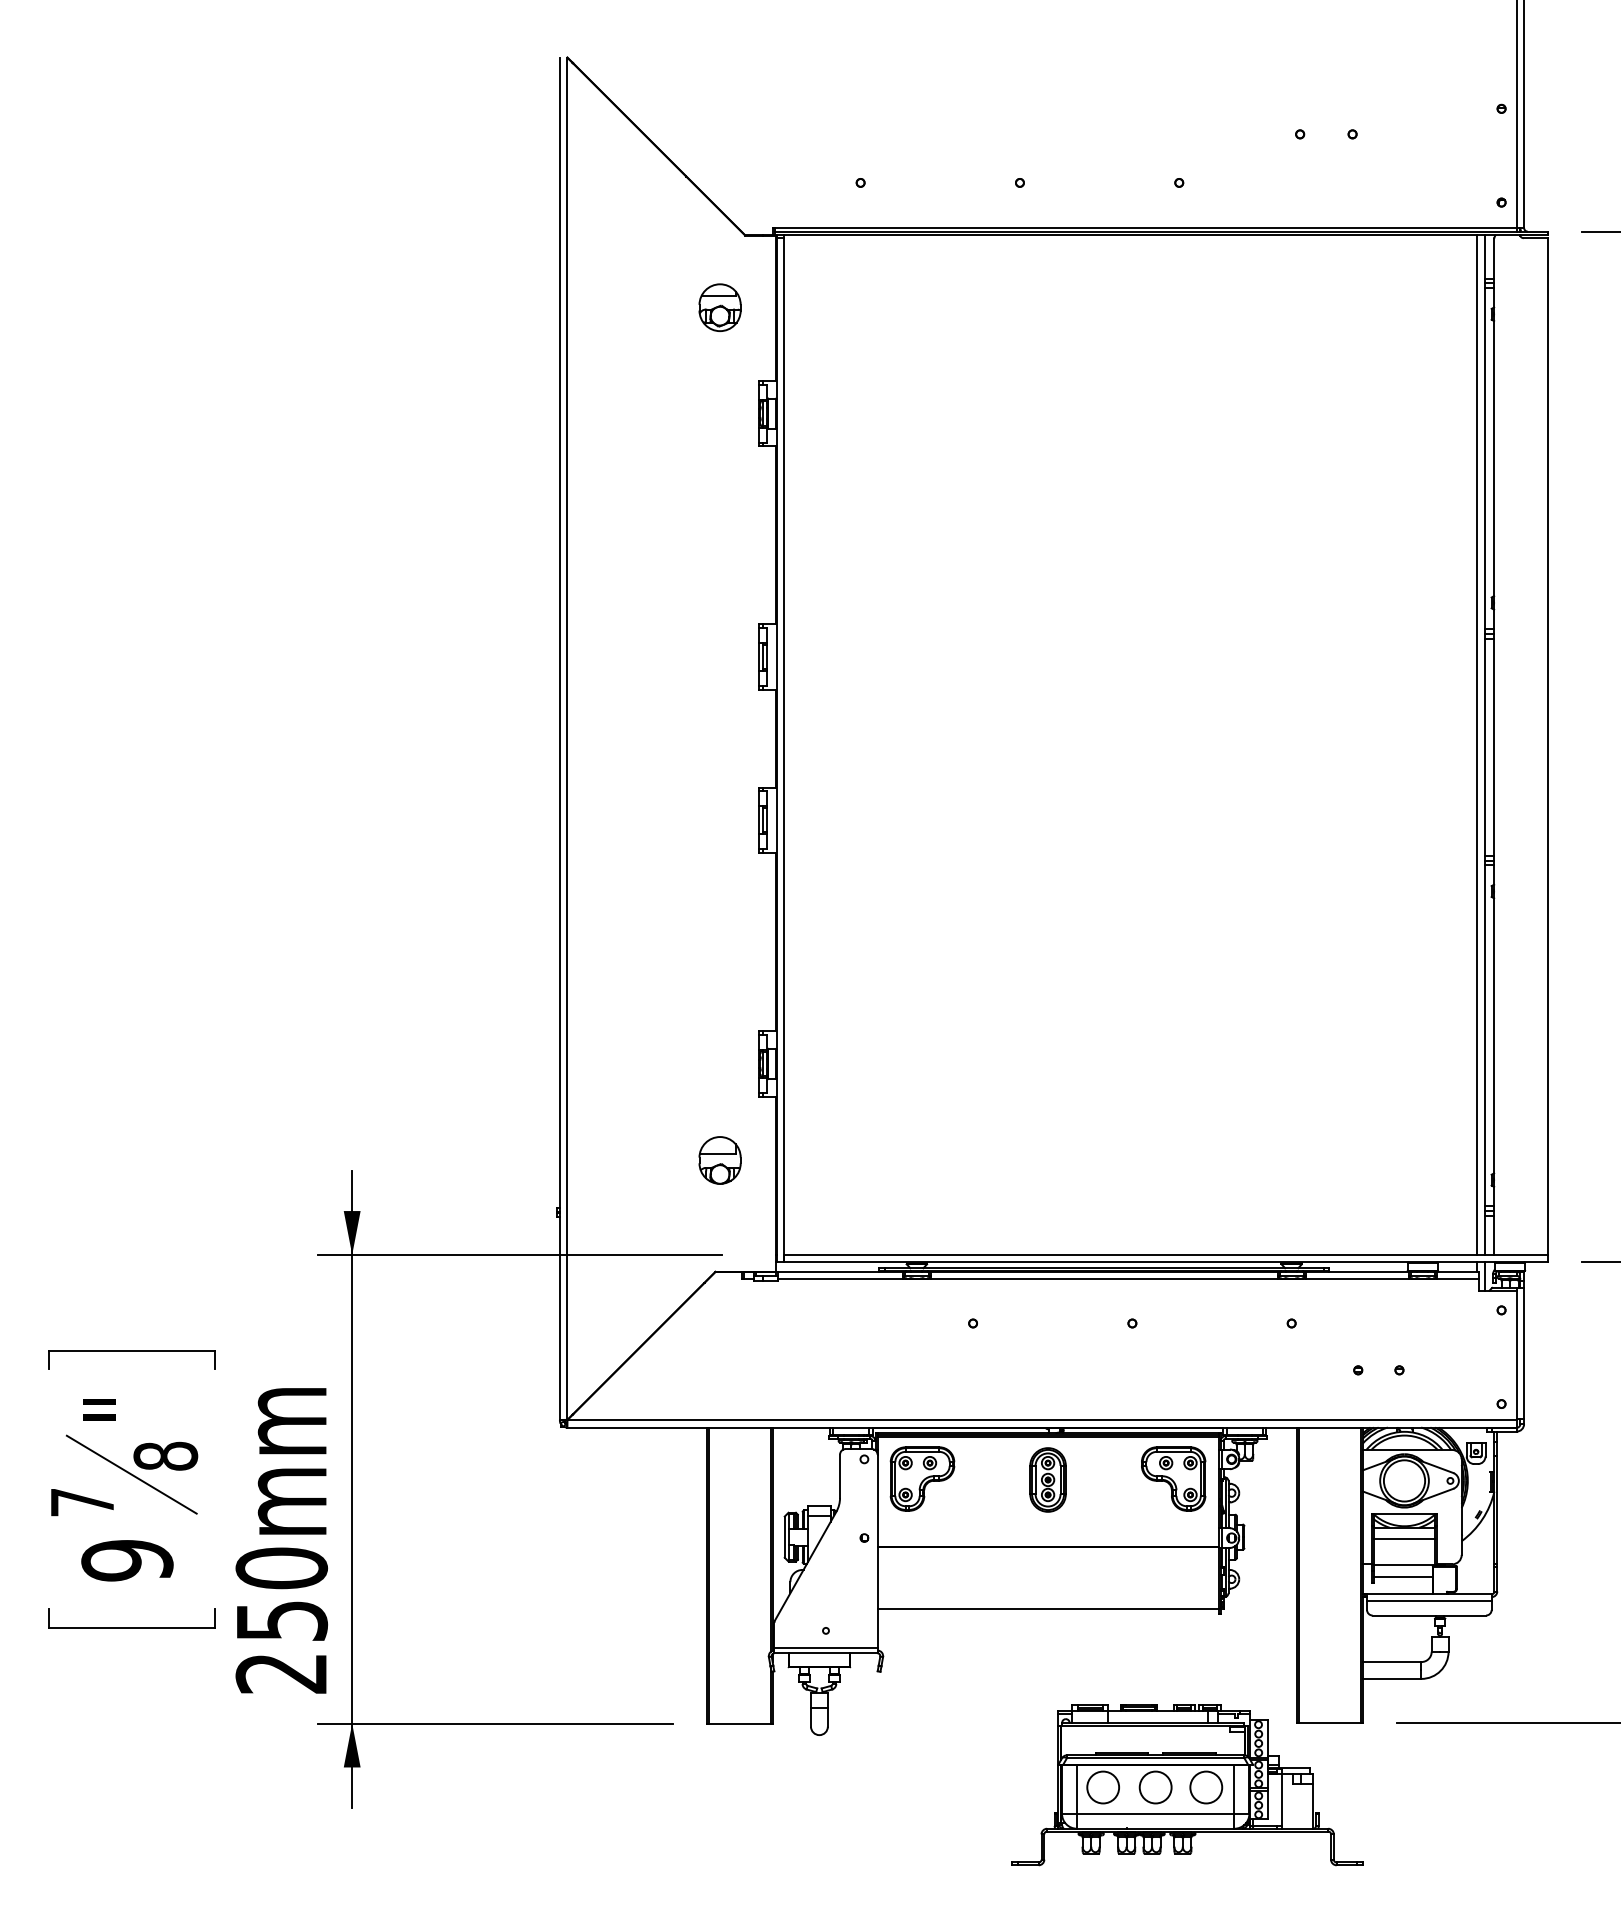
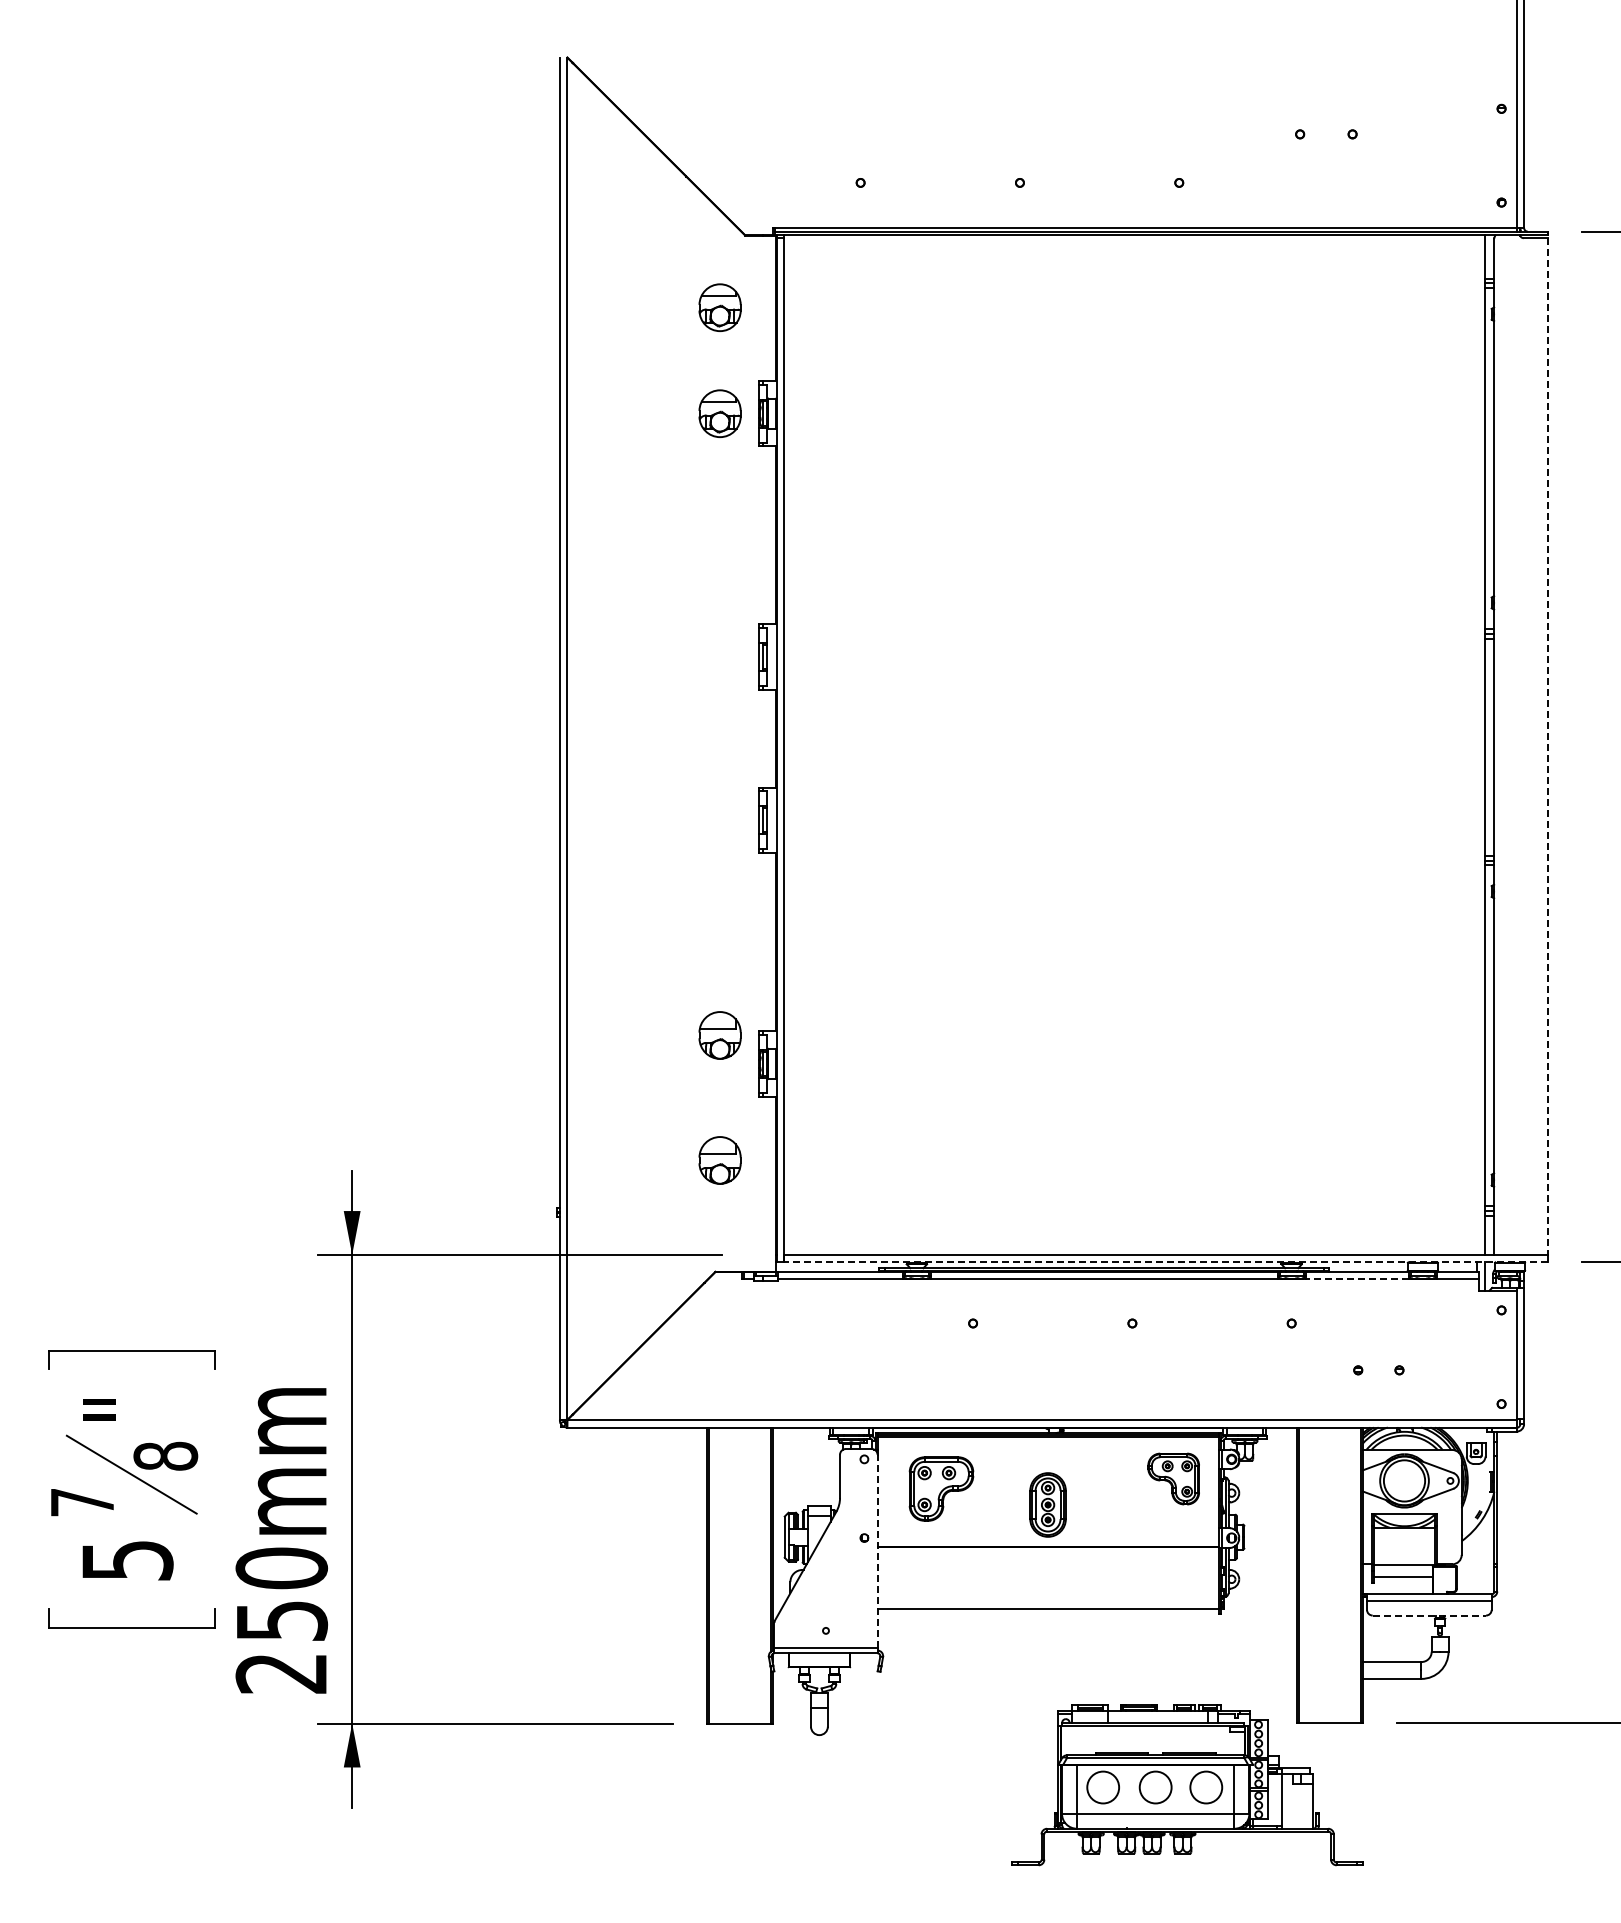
part at (719, 413): none -> present
line at (1477, 744): present -> none
line at (1548, 747): solid -> dashed
part at (719, 1035): none -> present
line at (1165, 1262): solid -> dashed
line at (1357, 1279): solid -> dashed
part at (922, 1478) position: (922, 1478) -> (941, 1488)
part at (1173, 1478) size: 66x66 px -> 53x54 px
part at (1047, 1479) position: (1047, 1479) -> (1047, 1504)
line at (1404, 1539): present -> none
line at (877, 1551): solid -> dashed
text at (127, 1560): 9 -> 5
line at (1429, 1615): solid -> dashed
